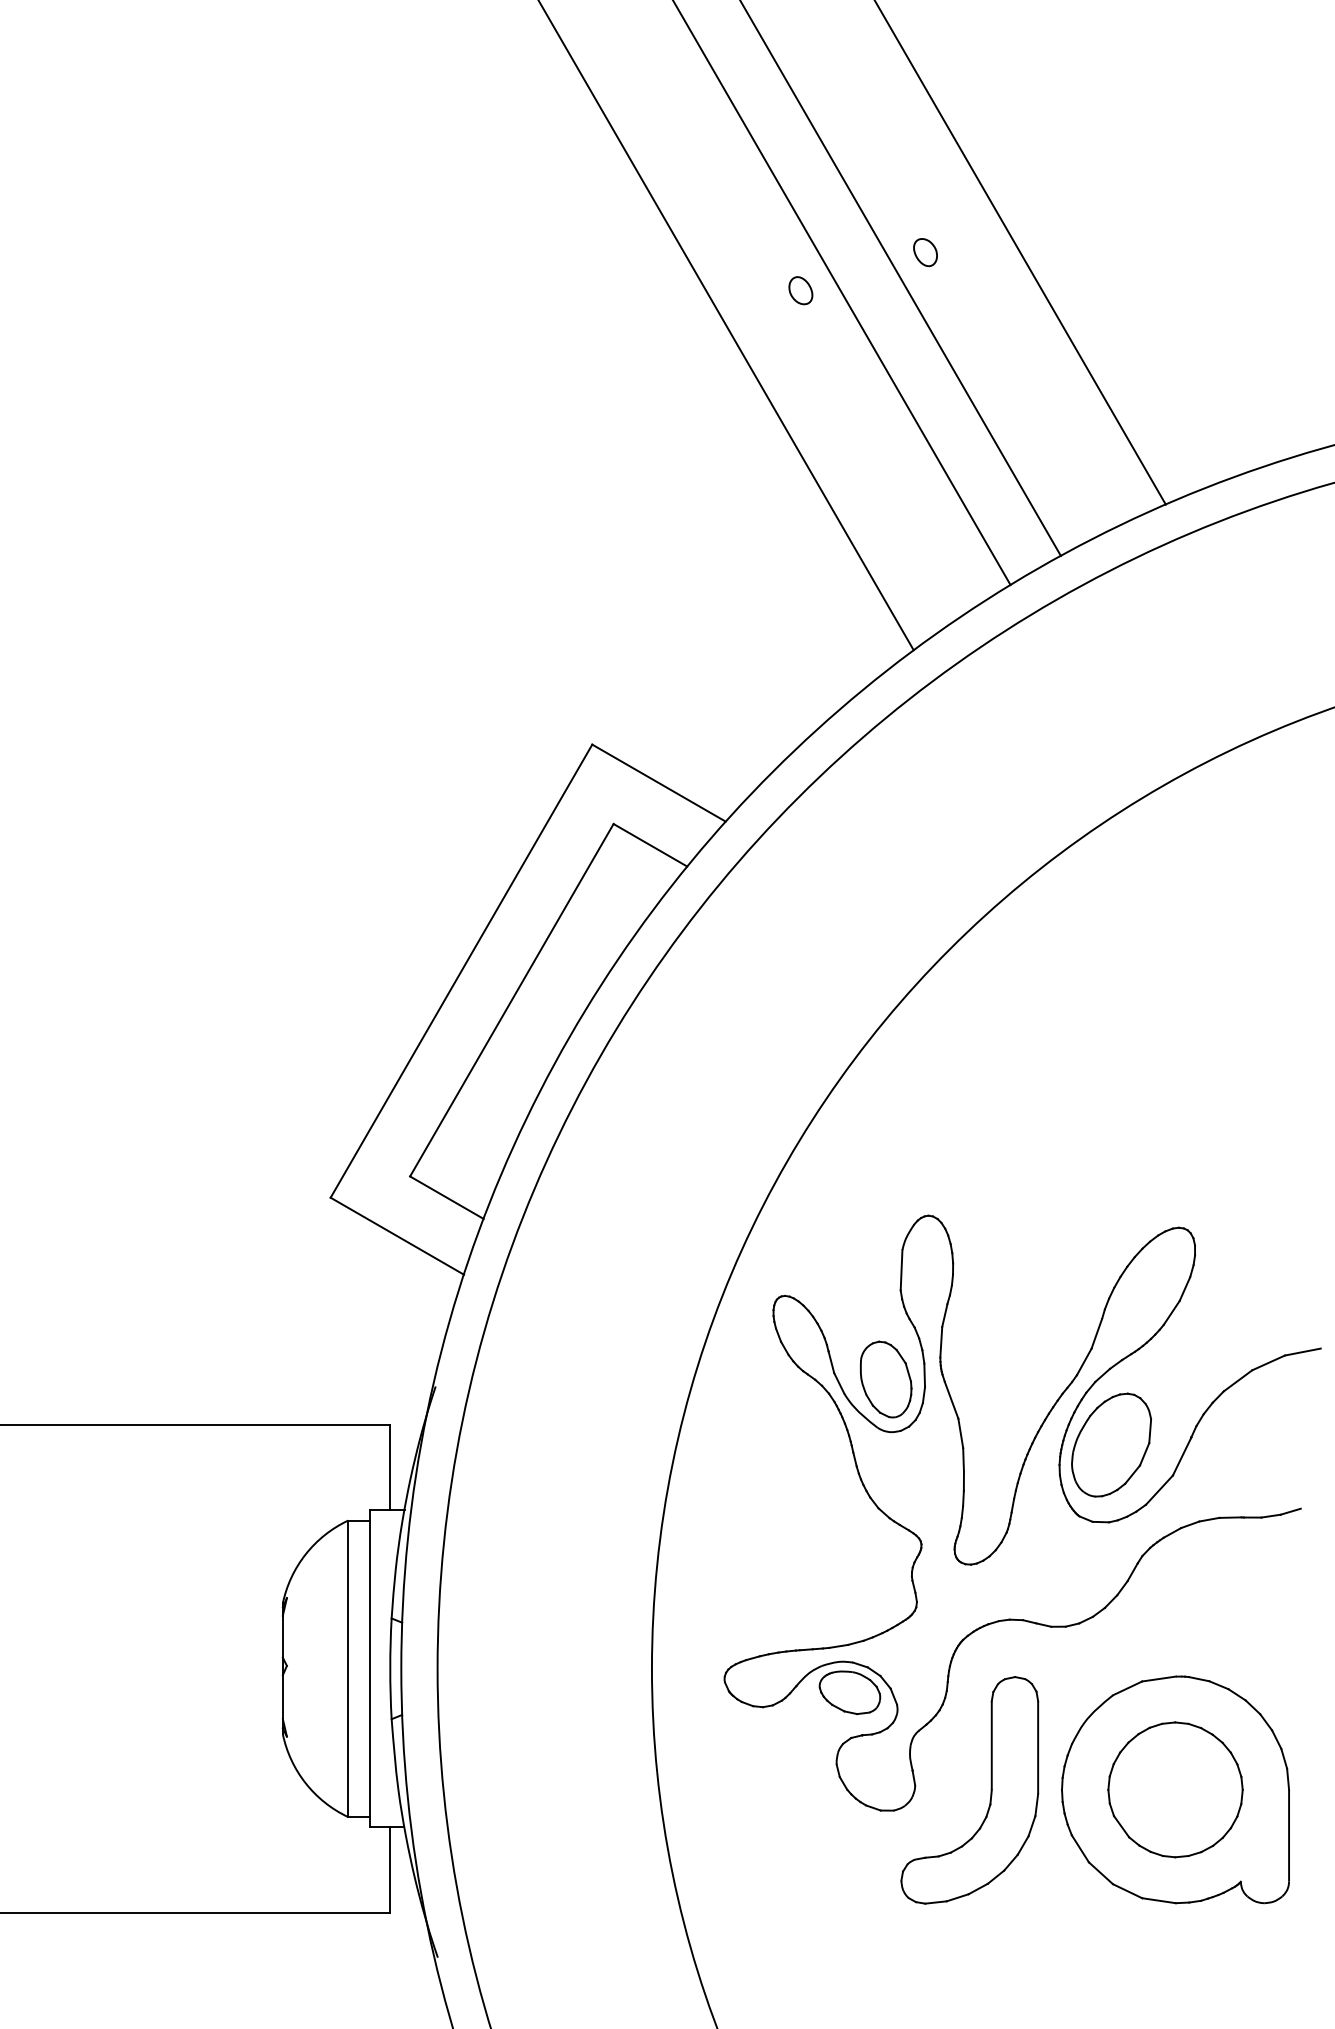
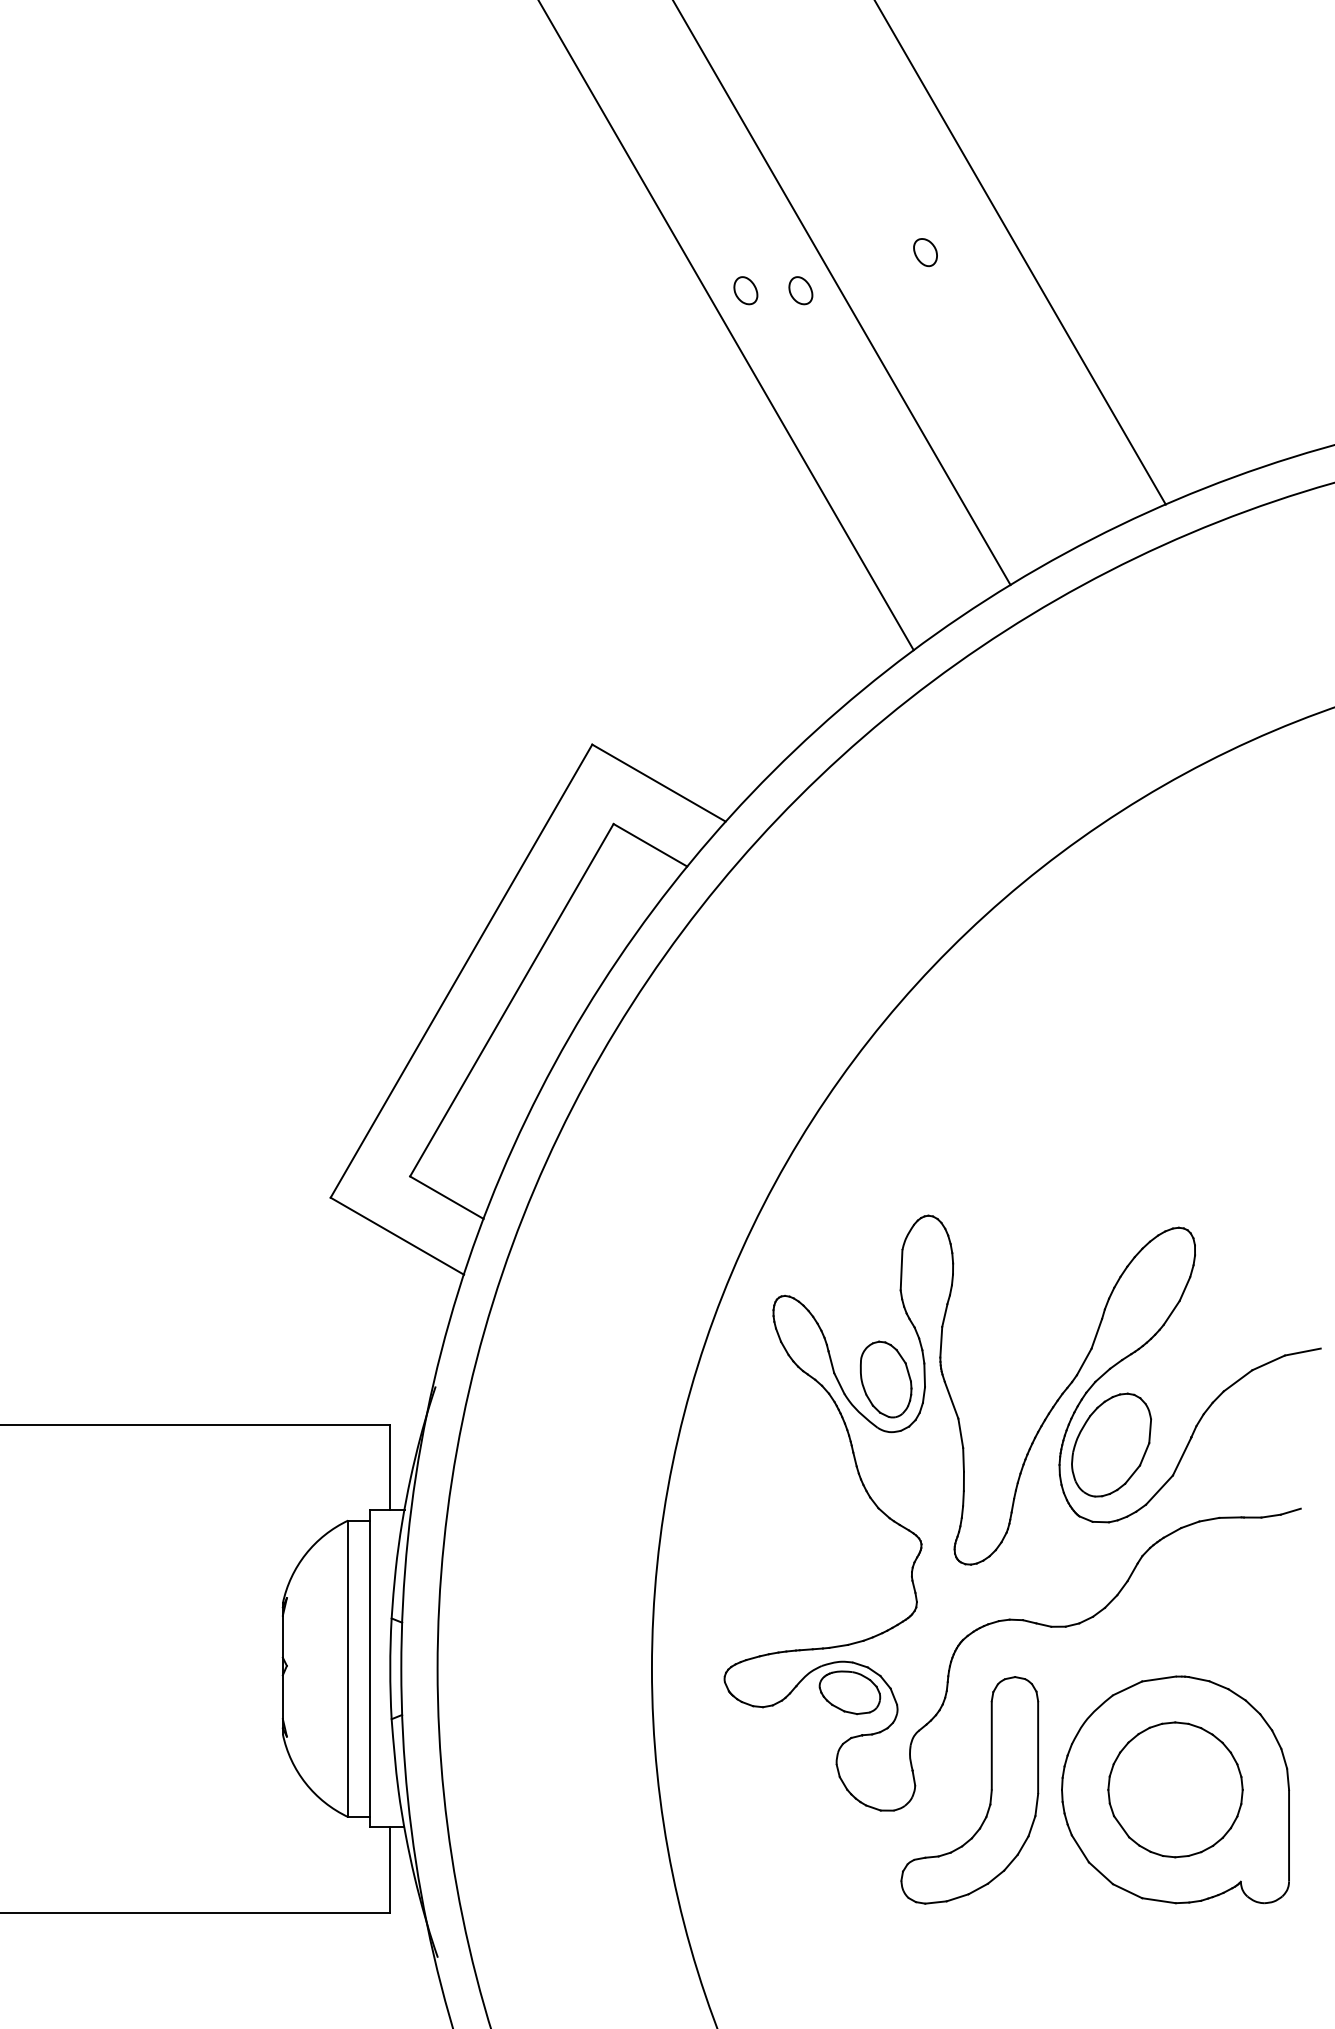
line at (900, 278): present -> none
part at (745, 290): none -> present
